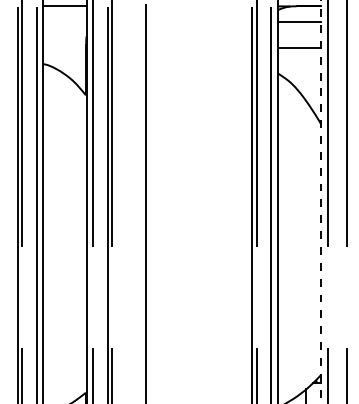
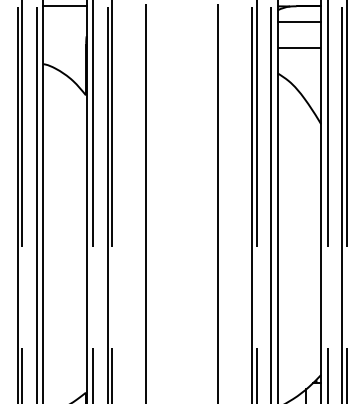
line at (218, 201): none -> present
line at (342, 201): none -> present
line at (321, 202): dashed -> solid
